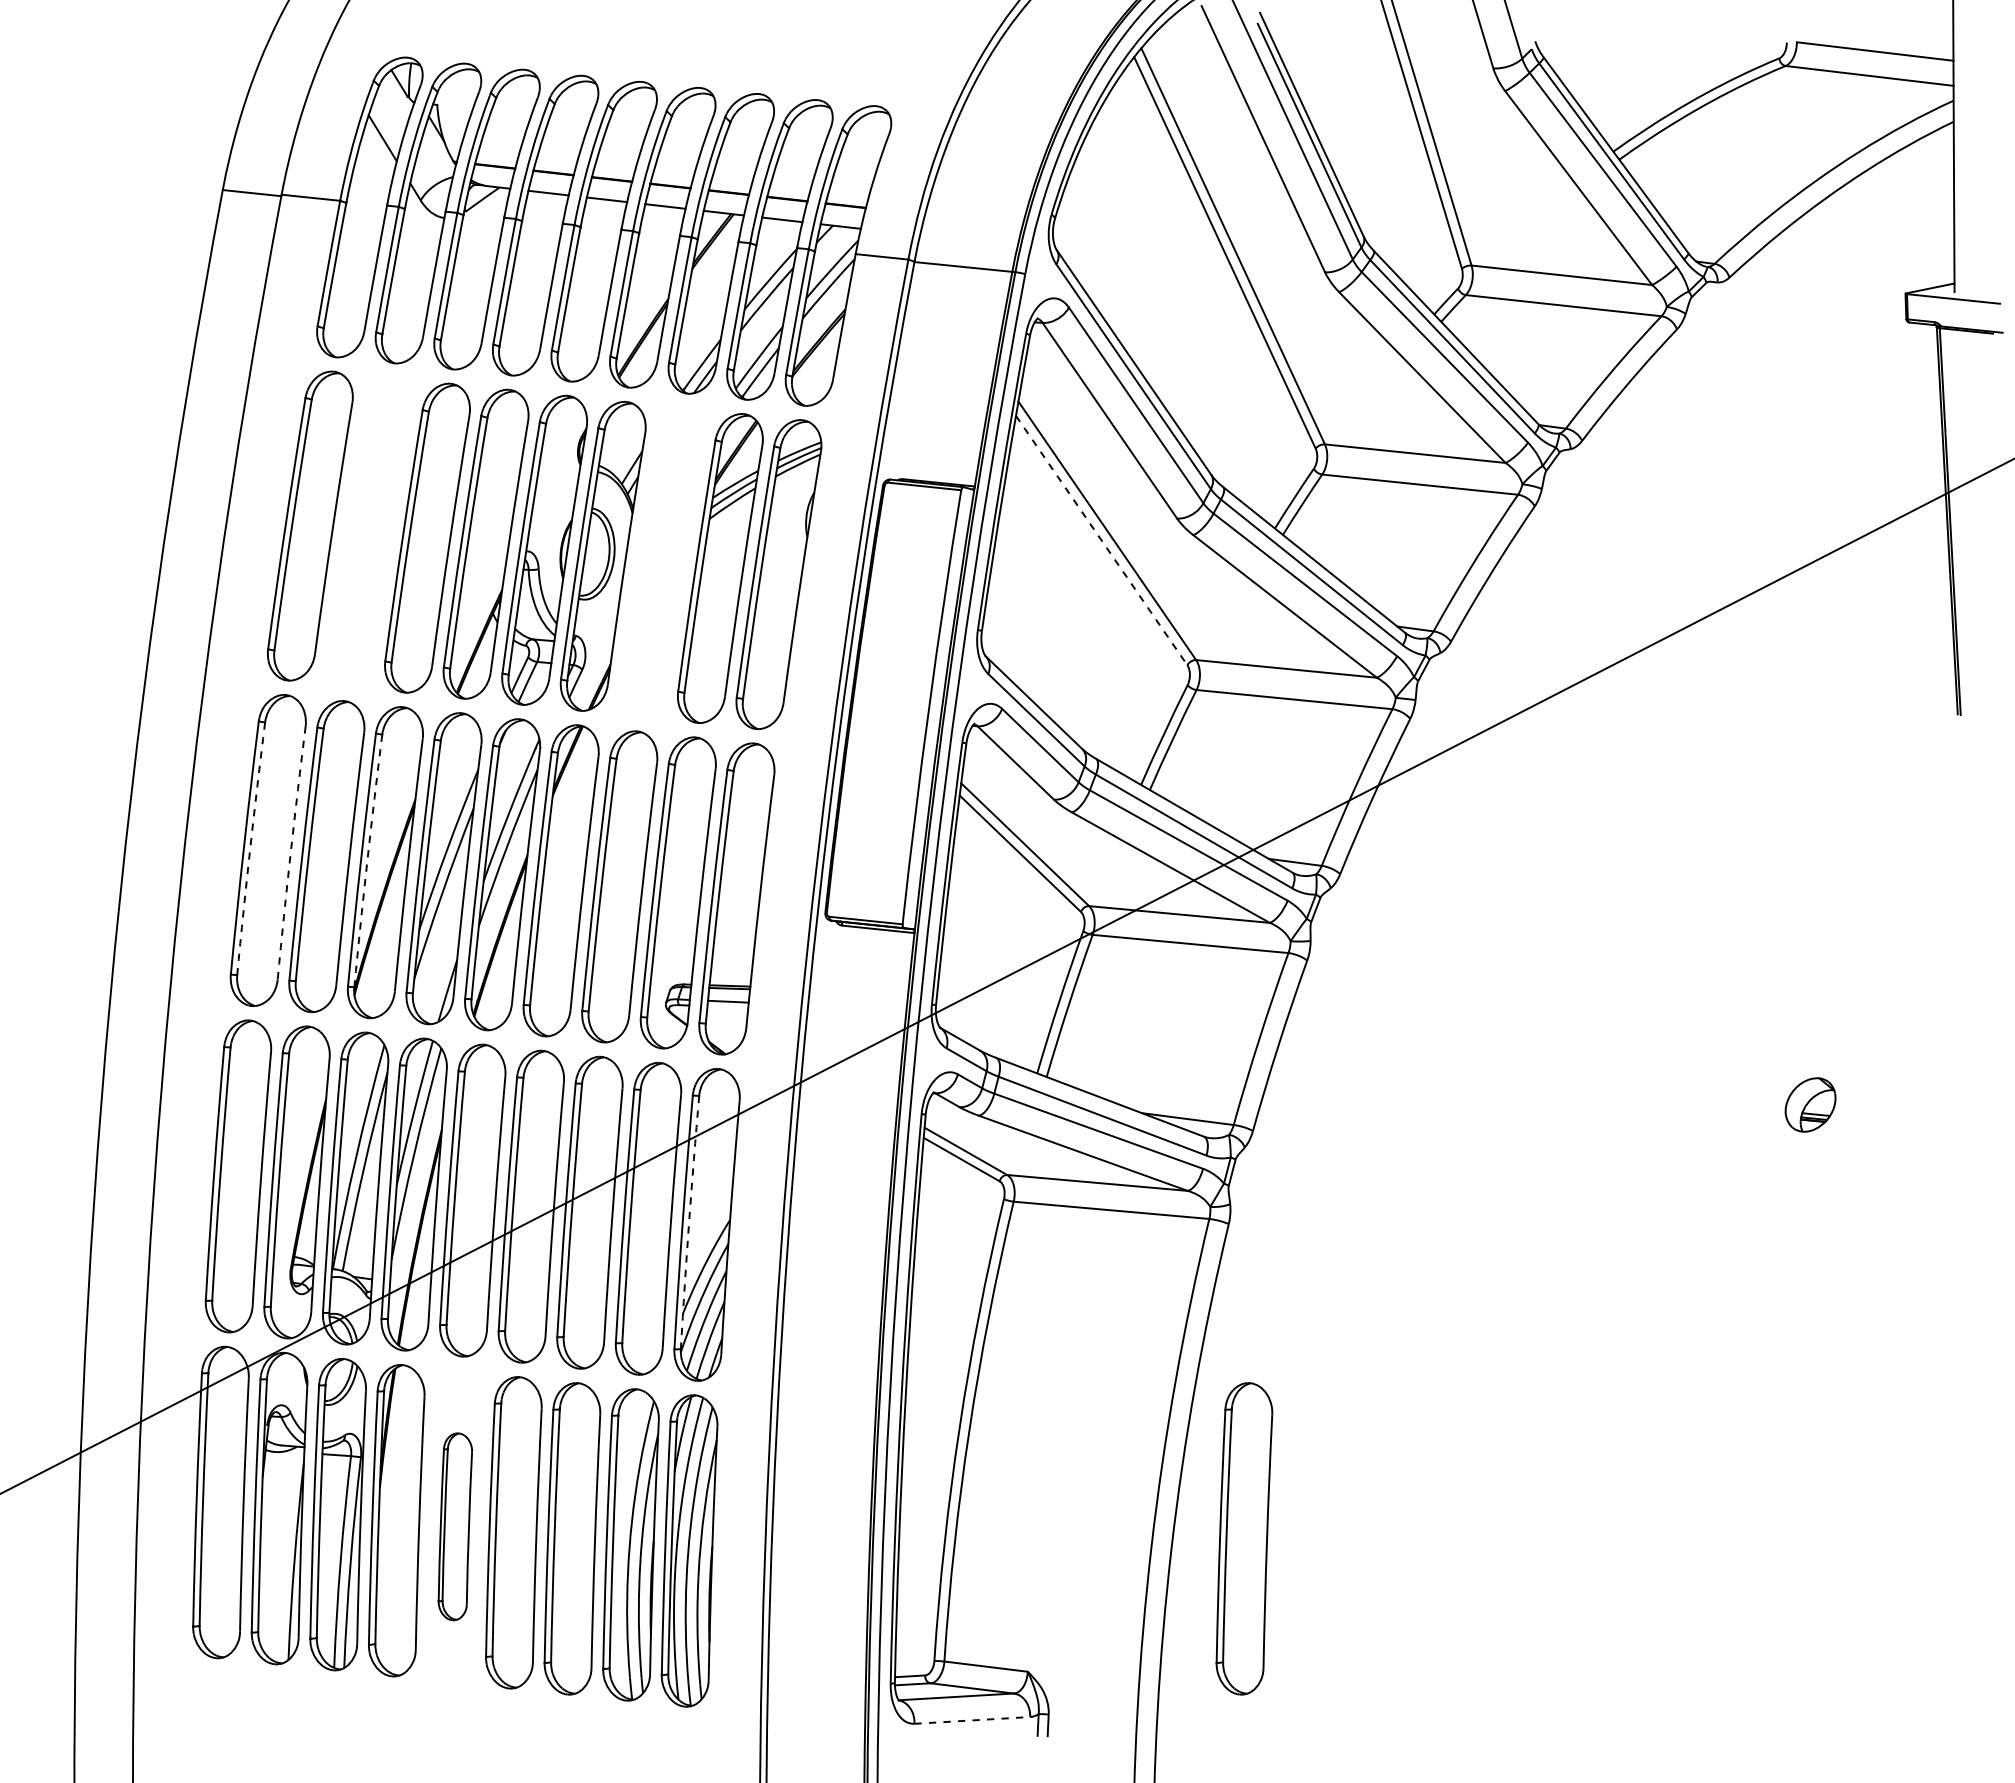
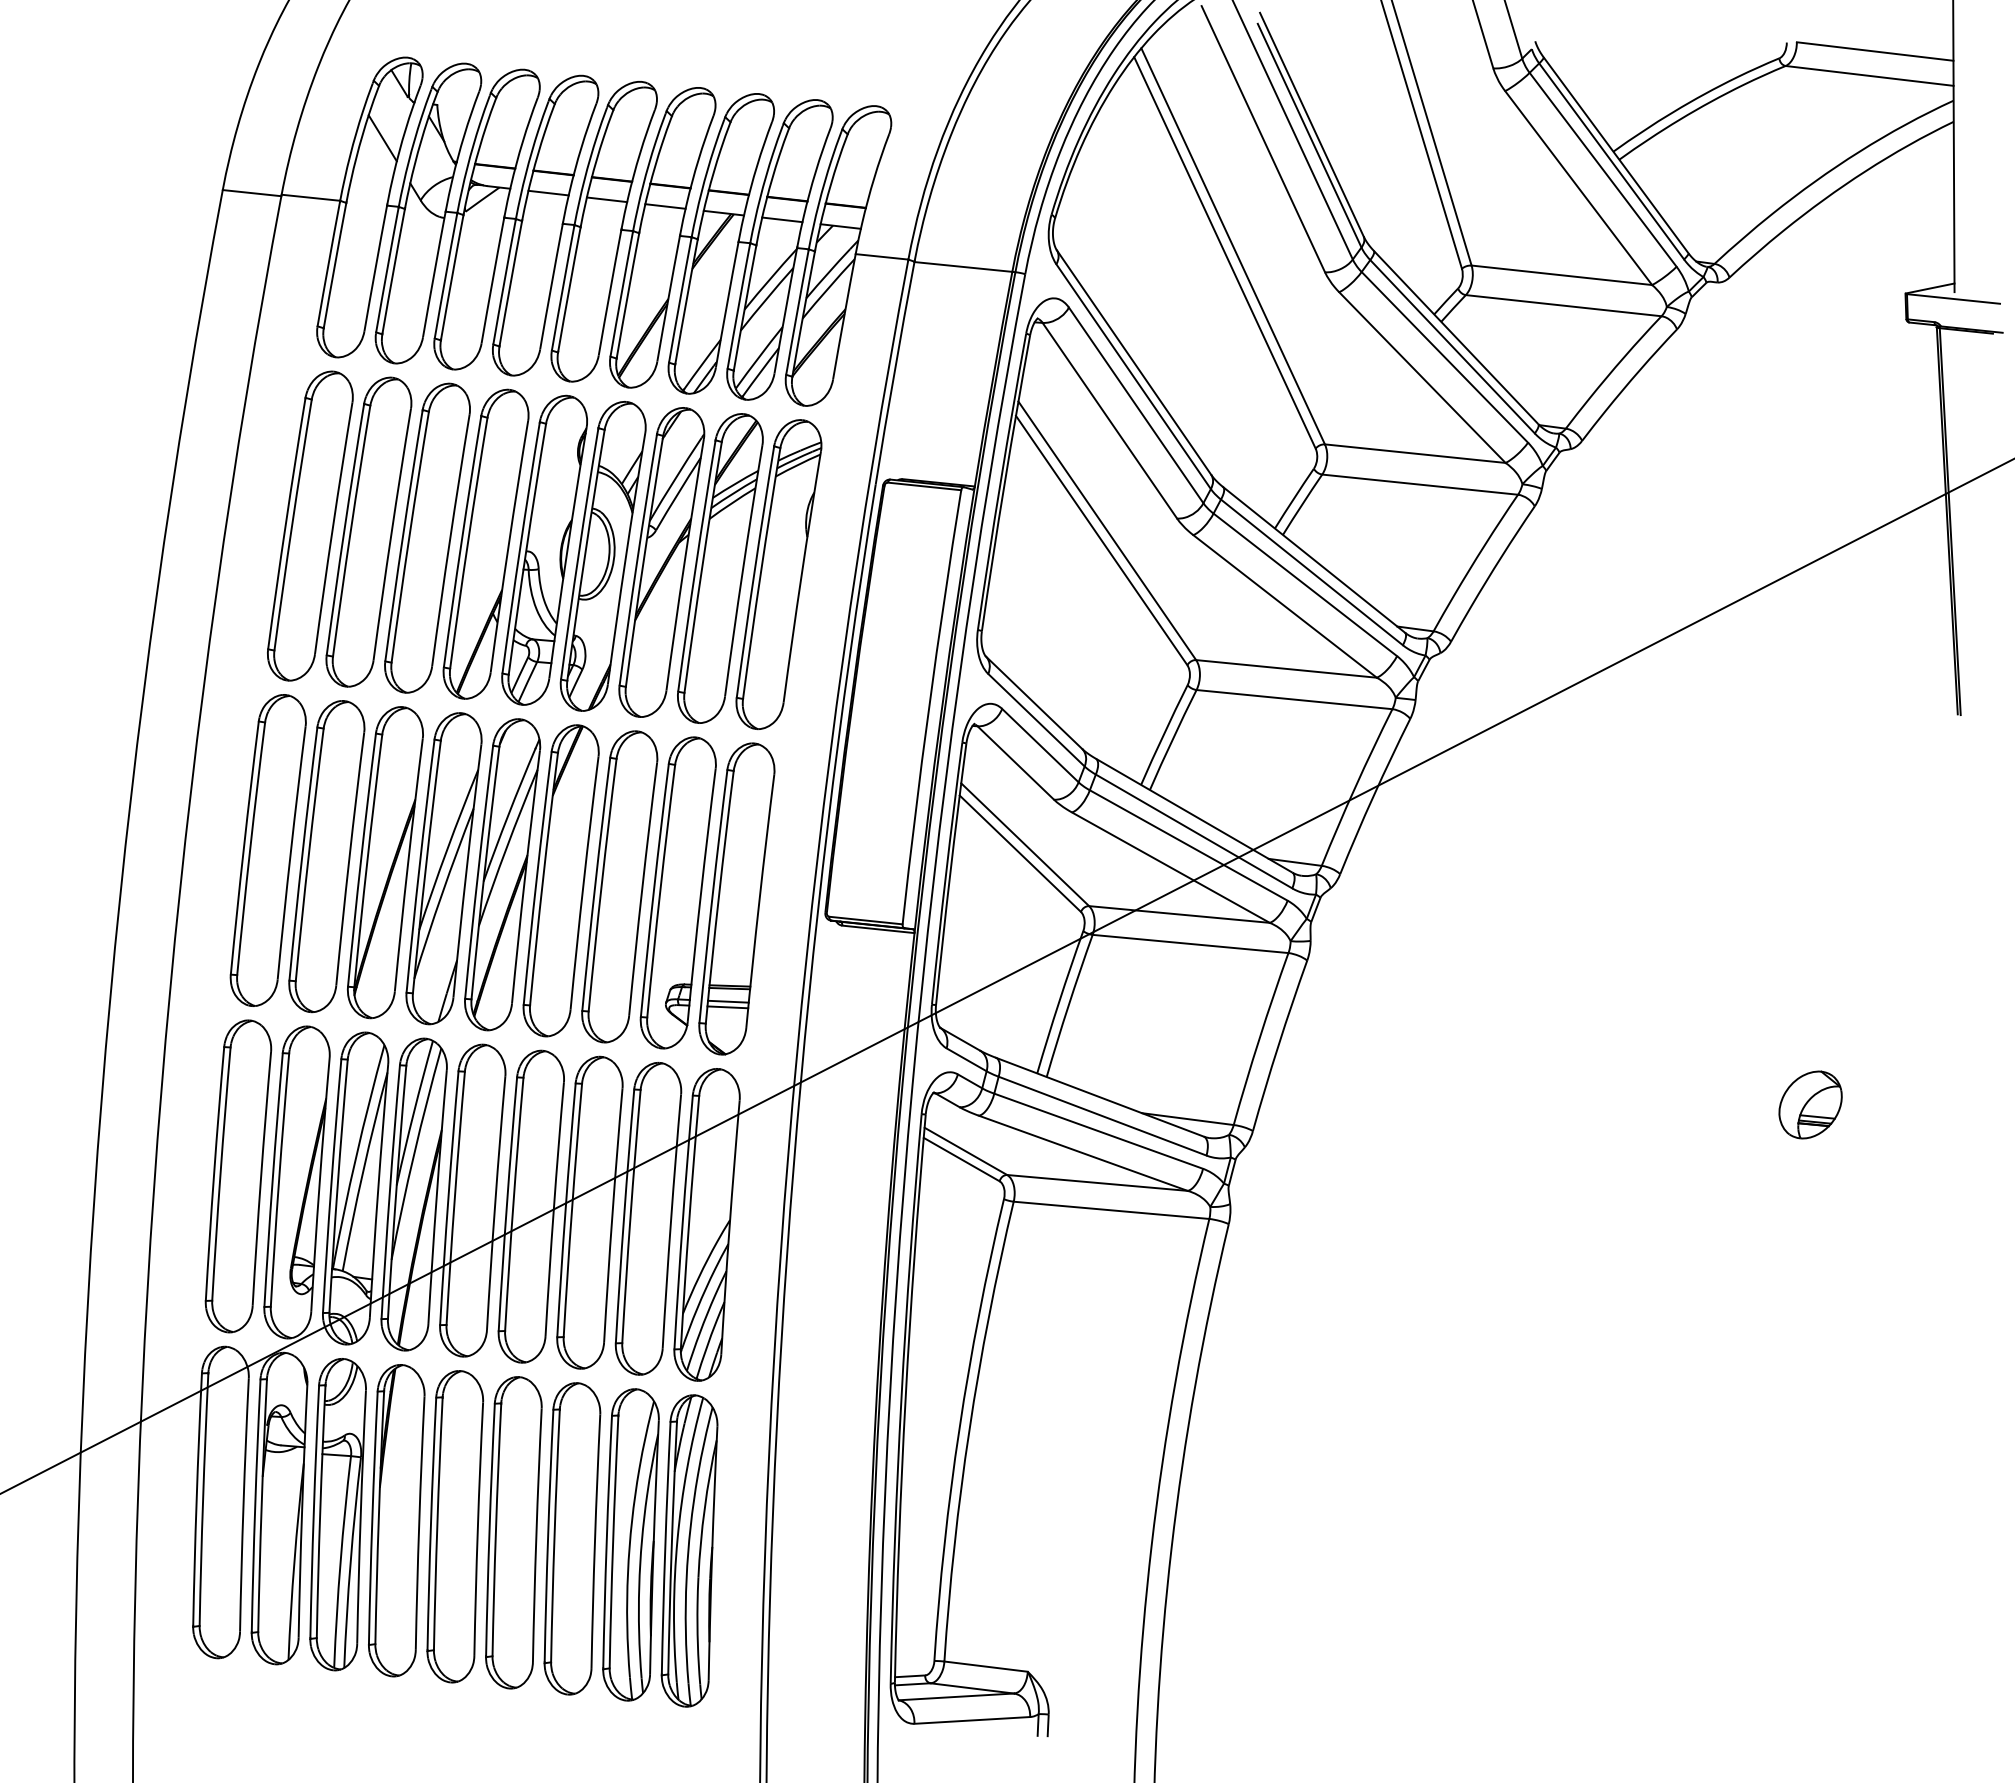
part at (368, 531): none -> present
line at (1101, 540): dashed -> solid
part at (661, 562): none -> present
arc at (250, 848): dashed -> solid
arc at (290, 852): dashed -> solid
arc at (367, 860): dashed -> solid
line at (727, 1007): none -> present
part at (1810, 1104) size: 53x56 px -> 65x70 px
arc at (689, 1222): dashed -> solid
part at (454, 1526) size: 36x190 px -> 59x314 px
part at (1244, 1538): present -> none
line at (972, 1720): dashed -> solid
